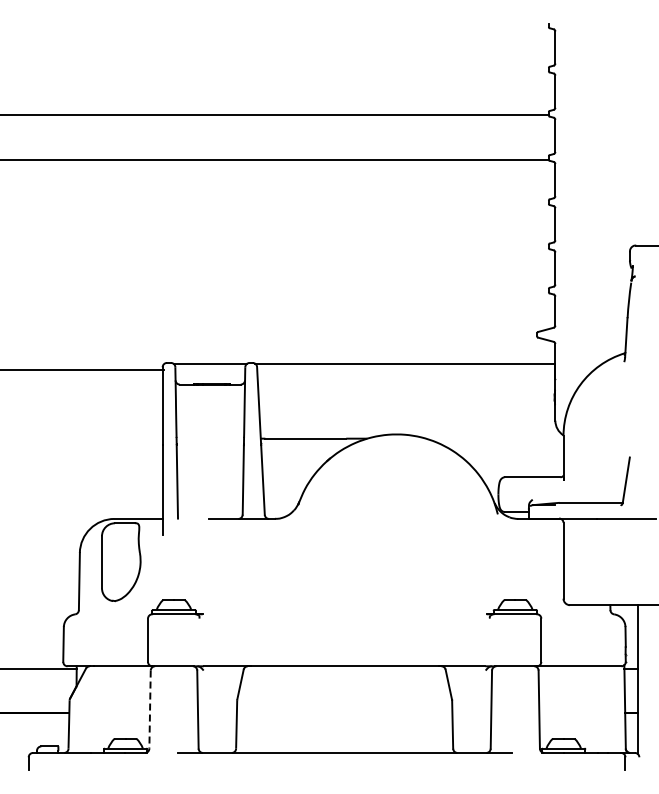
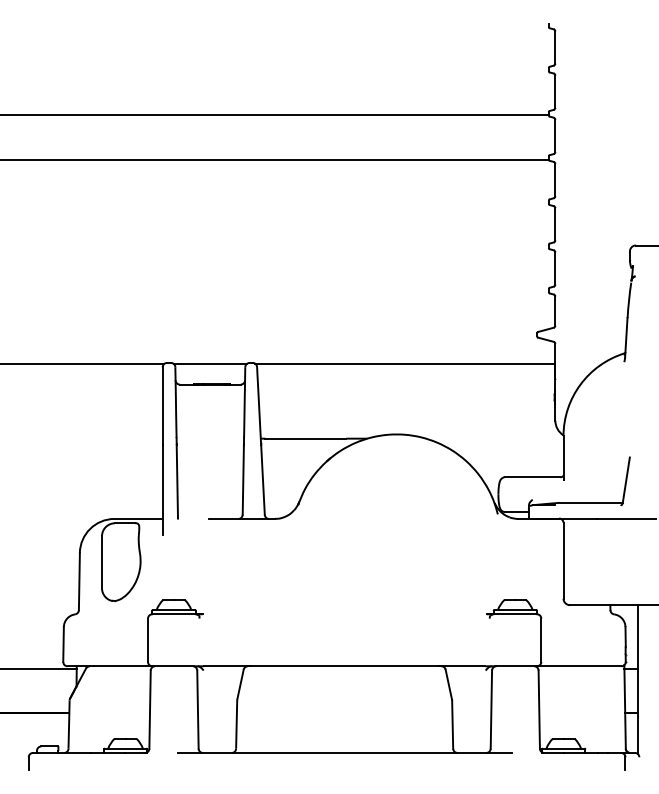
line at (83, 369) position: (83, 369) -> (83, 363)
line at (150, 710): dashed -> solid
